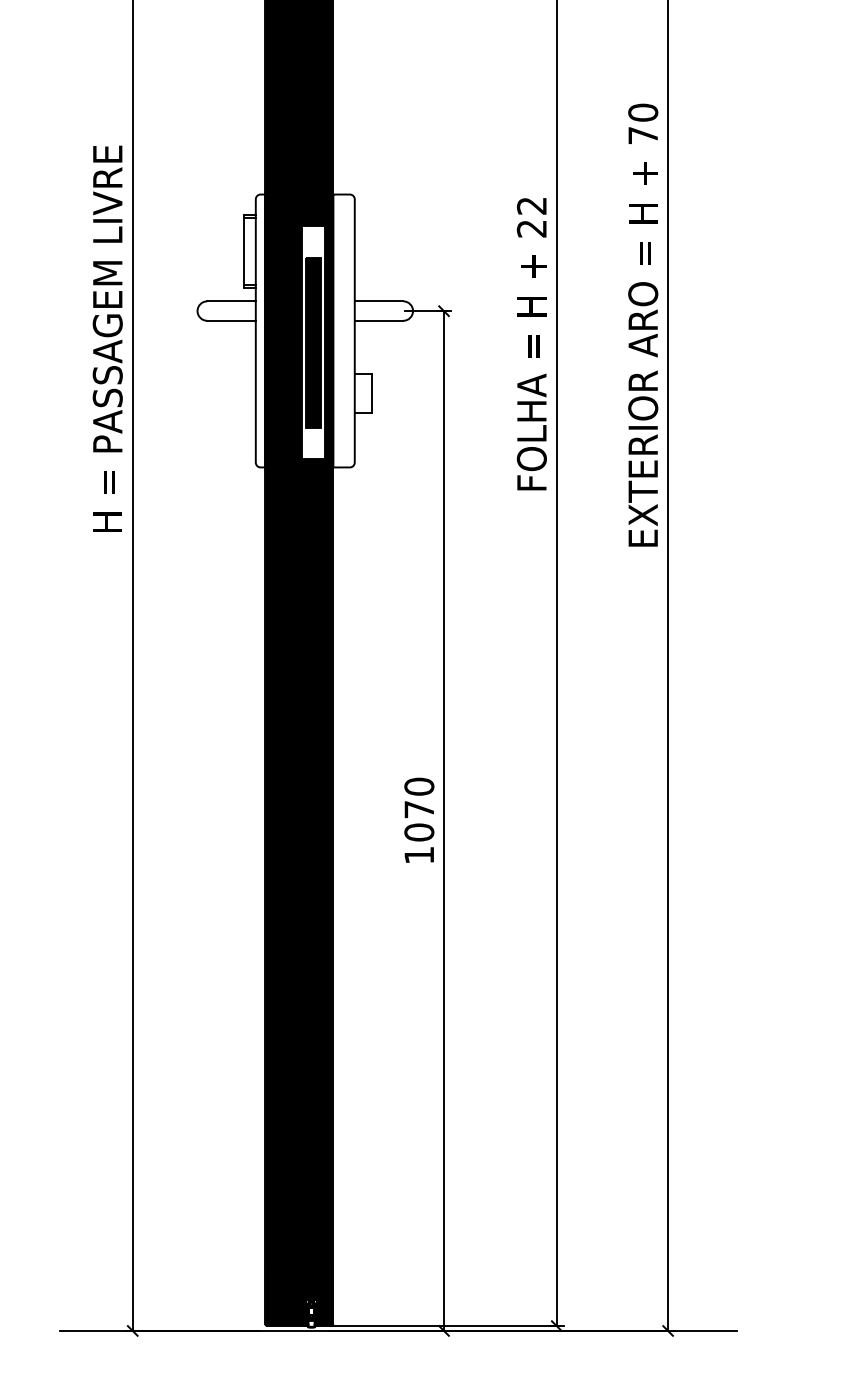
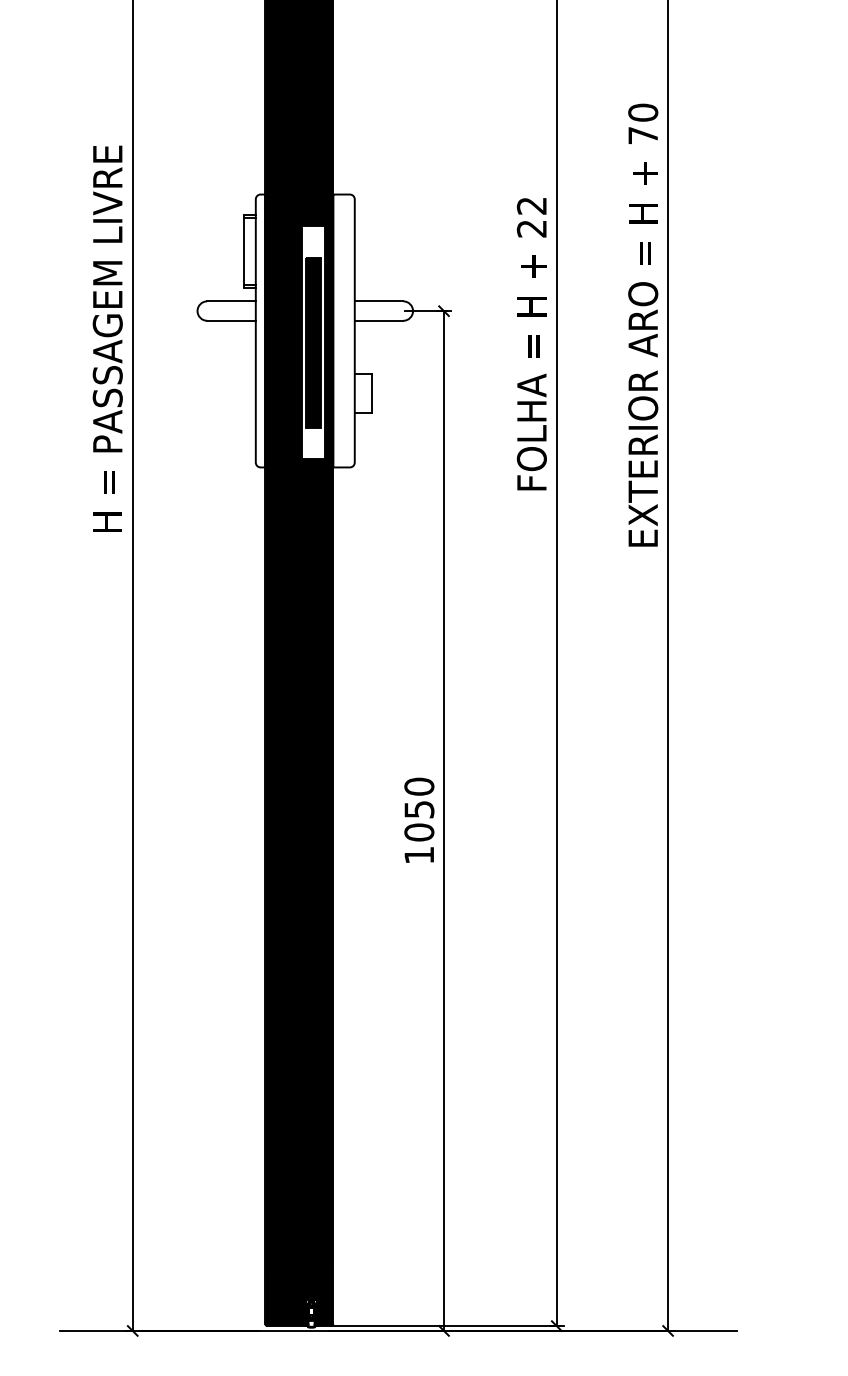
text at (419, 809): 1070 -> 1050
